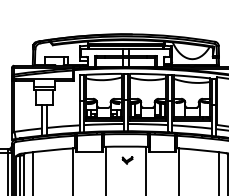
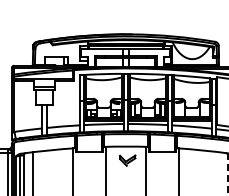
part at (127, 160) size: 13x9 px -> 18x13 px
line at (218, 172): present -> none
line at (228, 175): solid -> dashed
